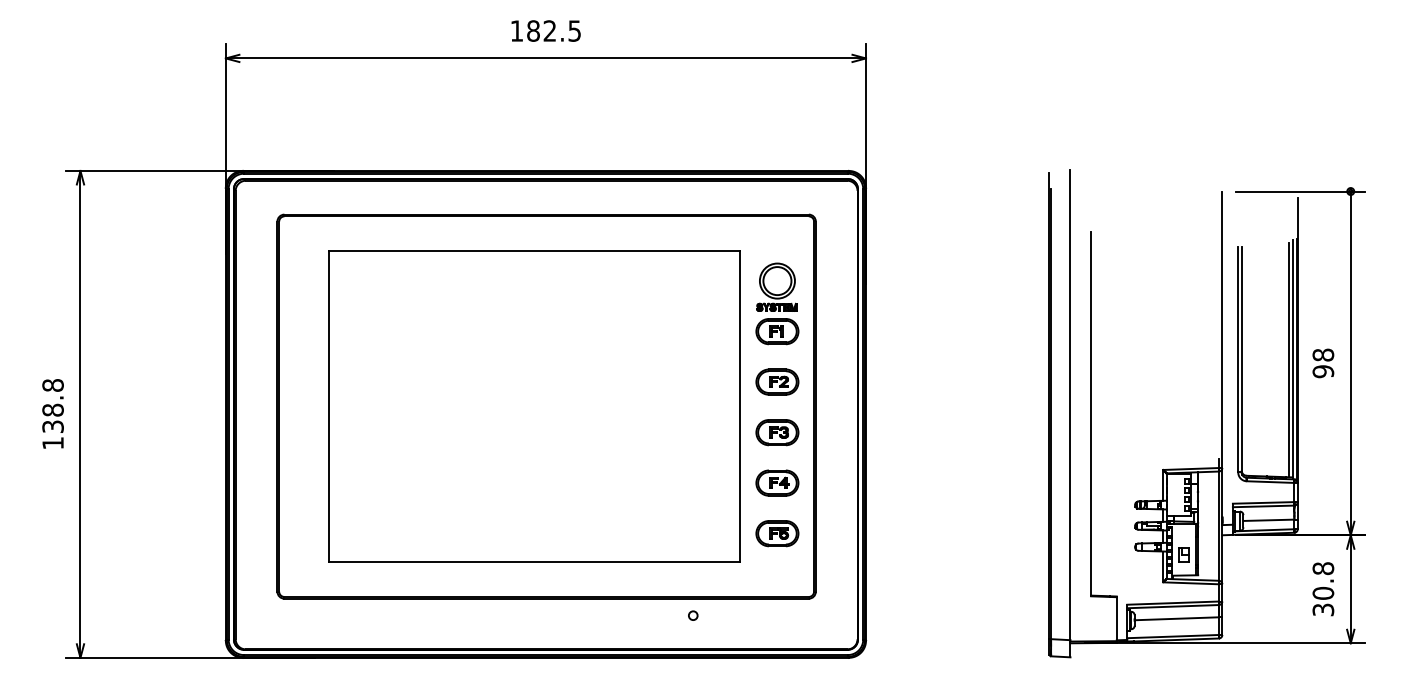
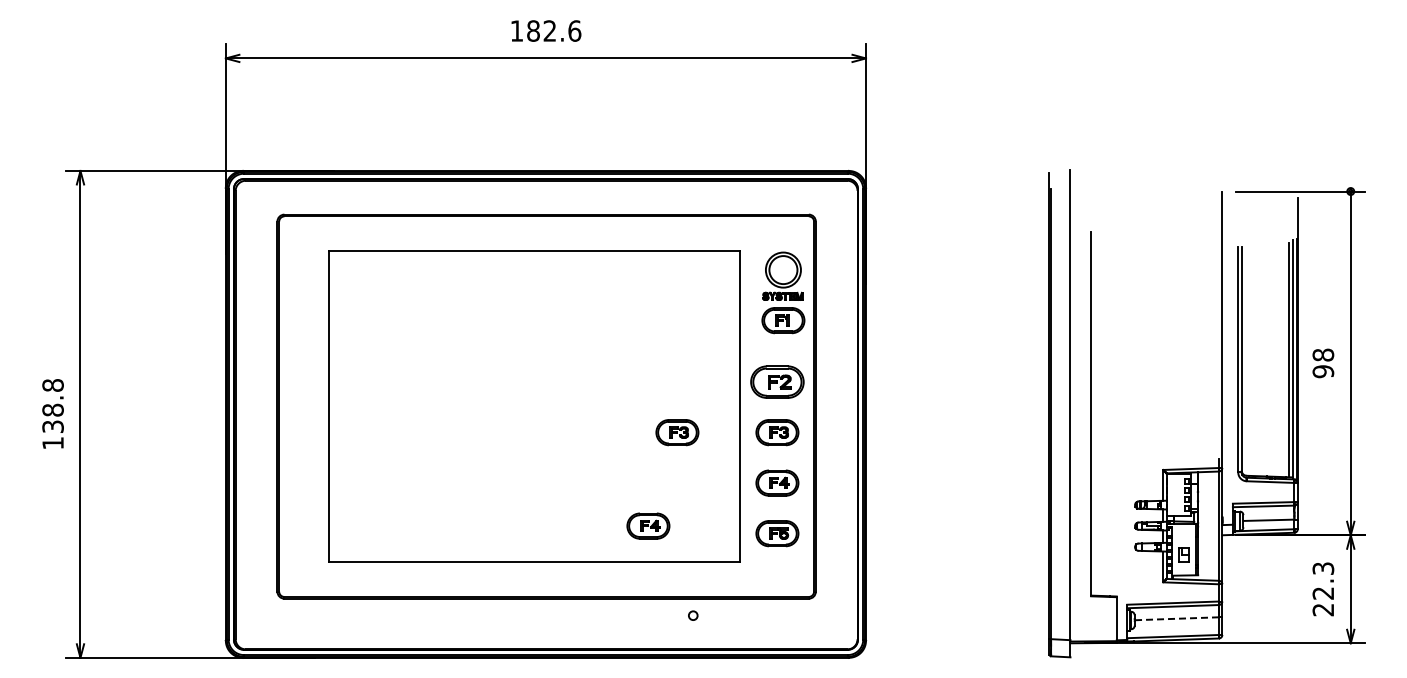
text at (574, 30): 182.5 -> 182.6
part at (777, 303) position: (777, 303) -> (783, 292)
part at (777, 381) size: 45x28 px -> 55x34 px
part at (677, 432): none -> present
part at (648, 525): none -> present
text at (1323, 589): 30.8 -> 22.3
line at (1176, 618): solid -> dashed
